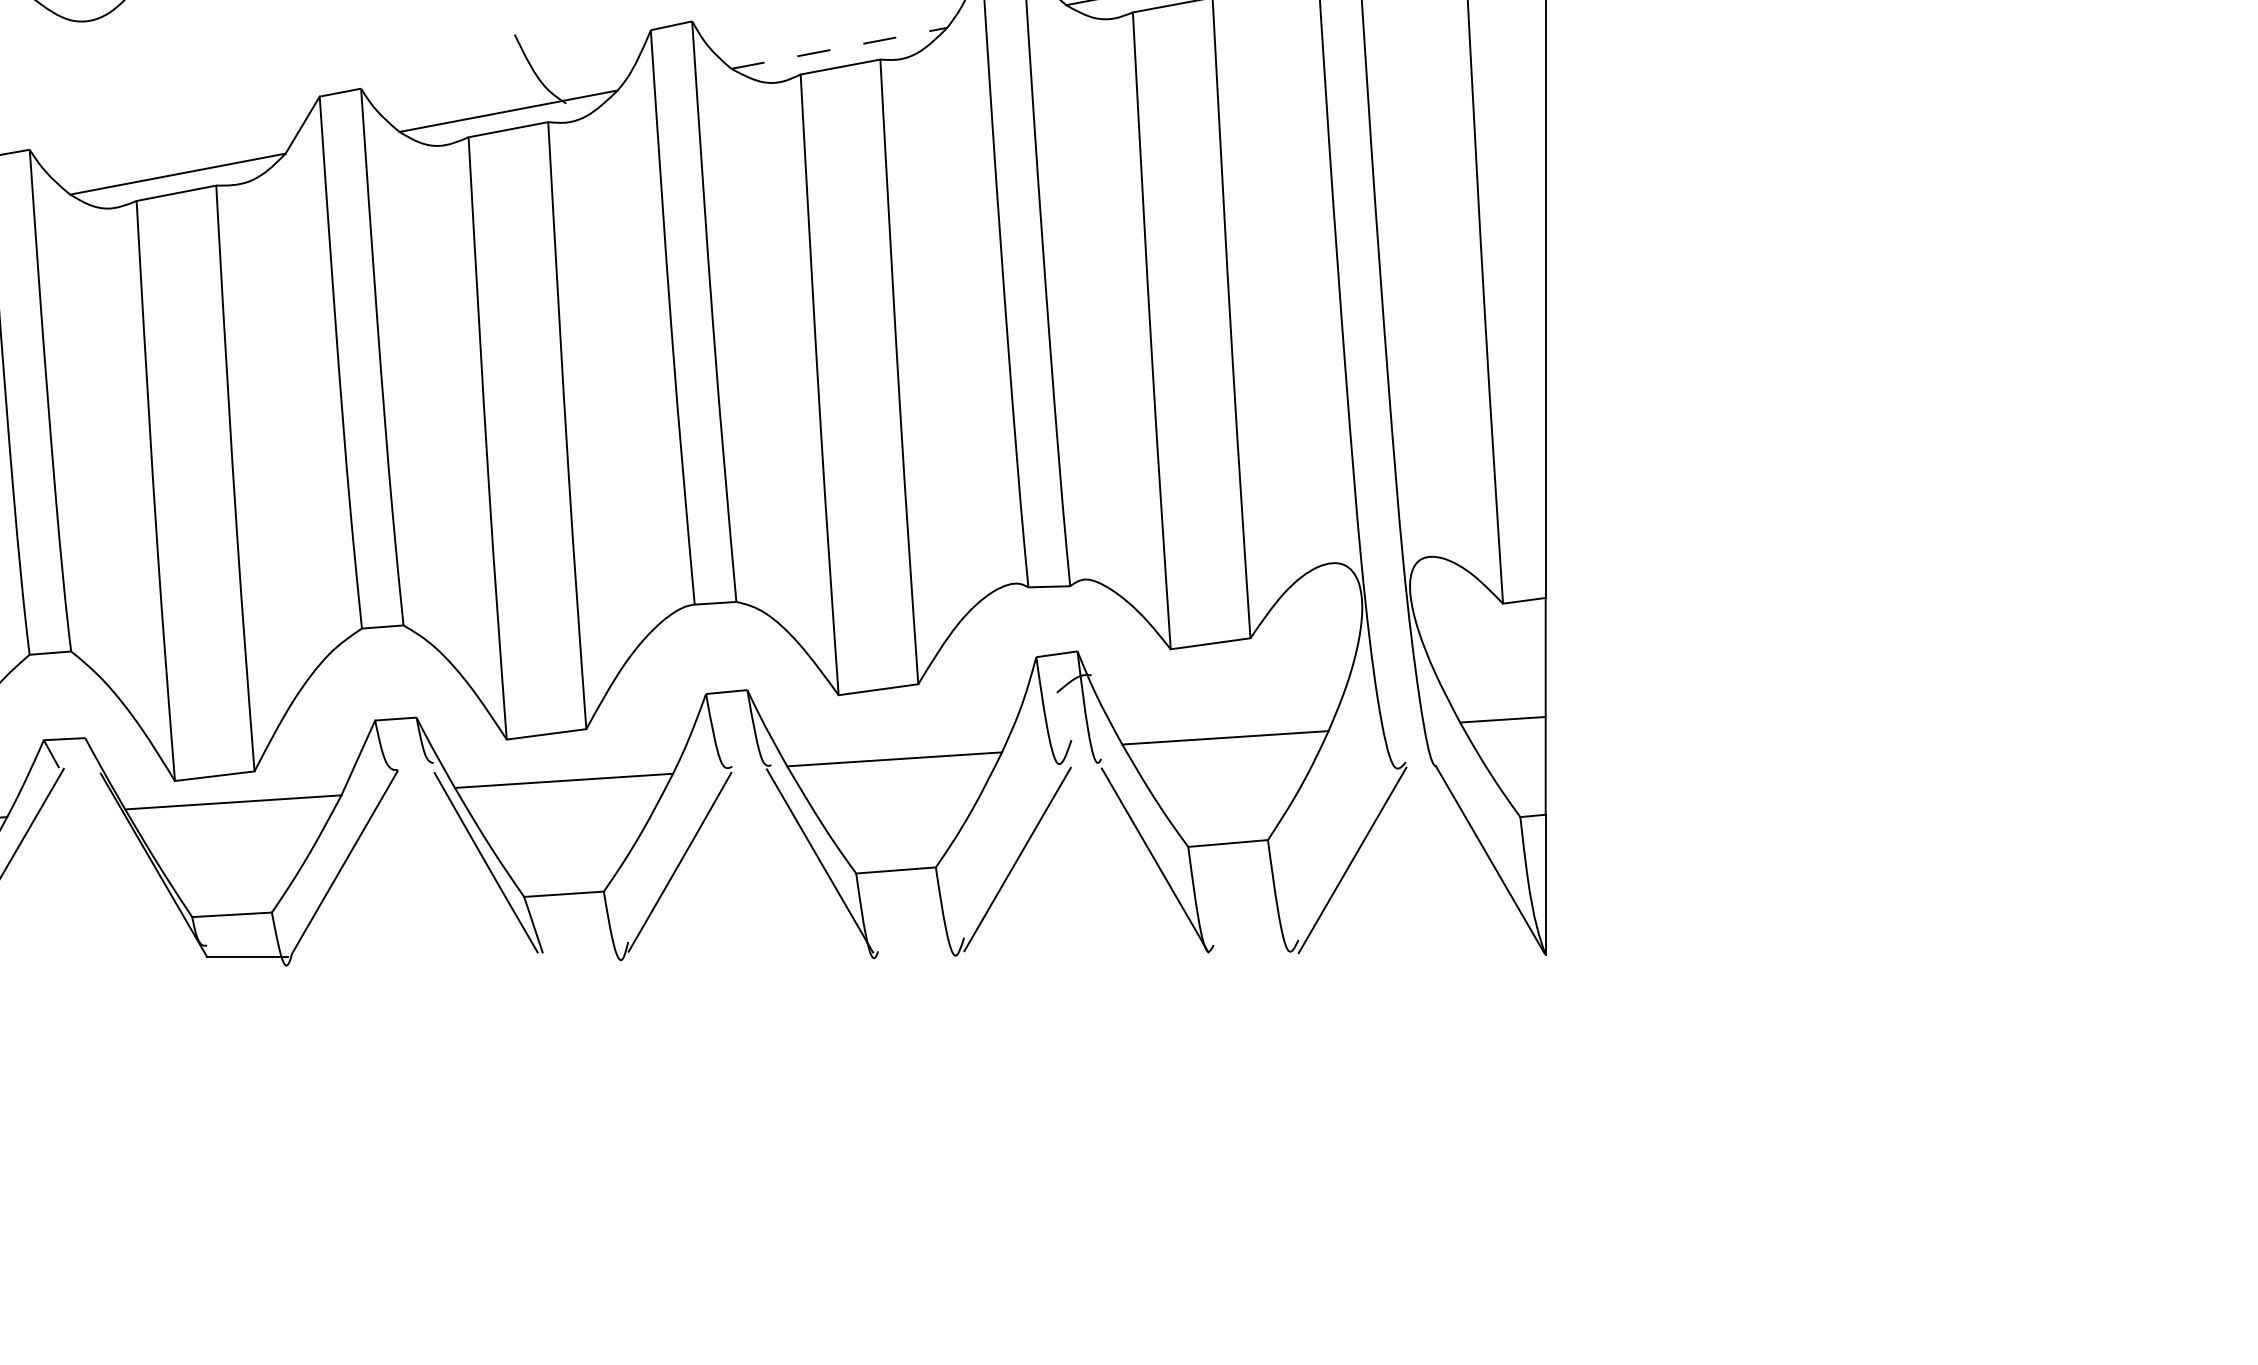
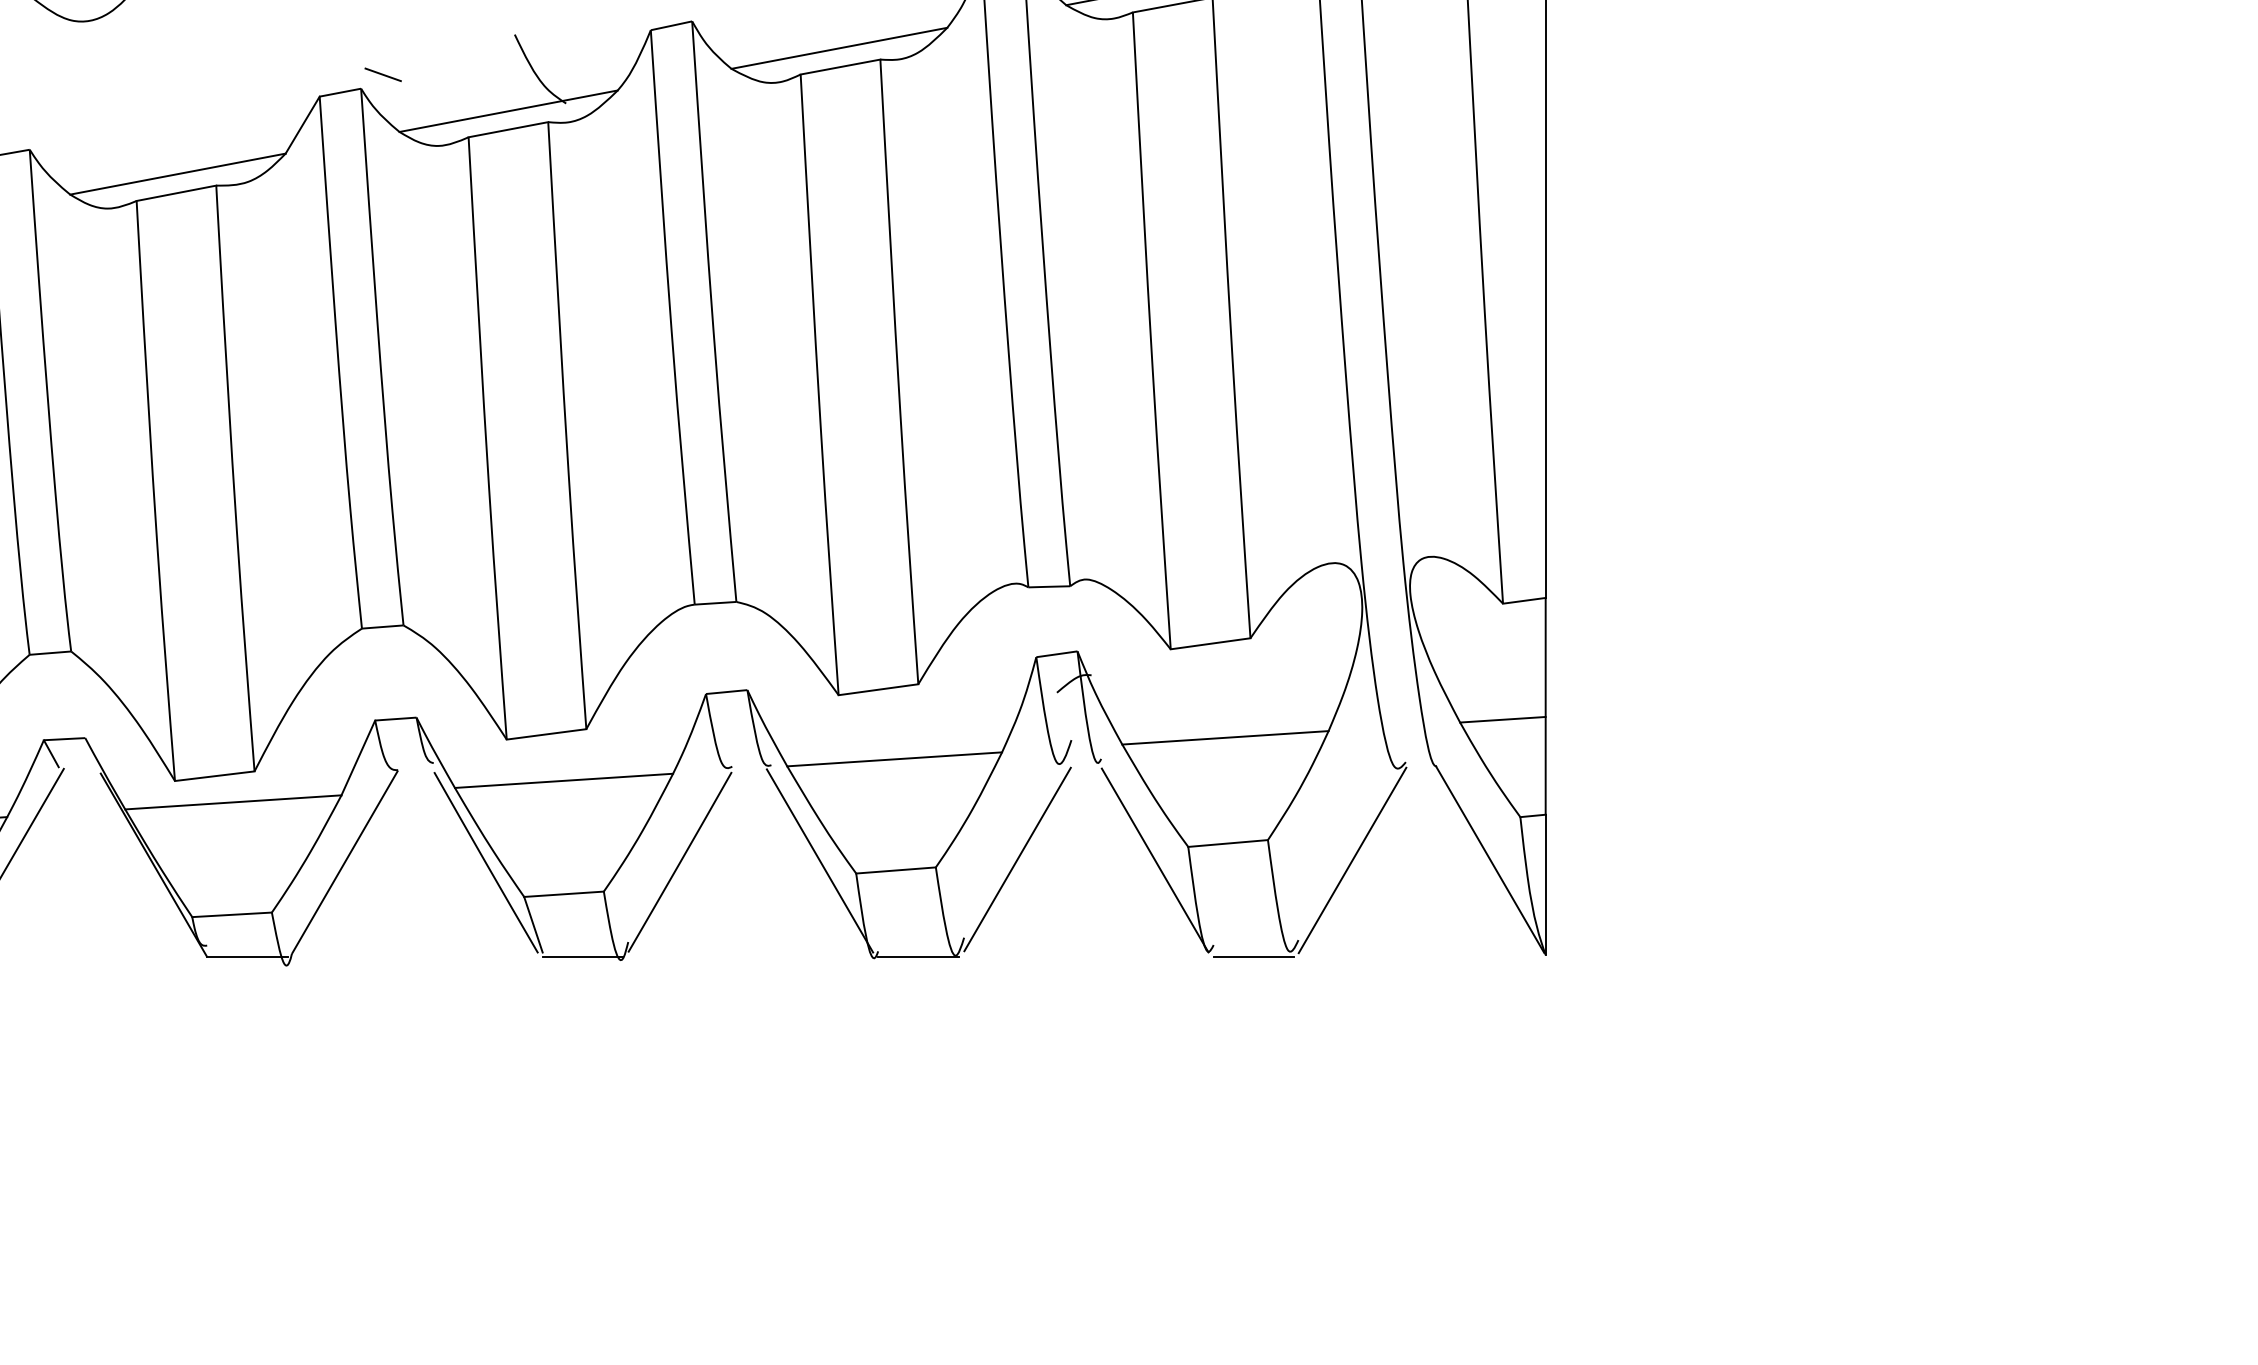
line at (839, 48): dashed -> solid
line at (382, 74): none -> present
line at (582, 957): none -> present
line at (918, 957): none -> present
line at (1253, 957): none -> present
